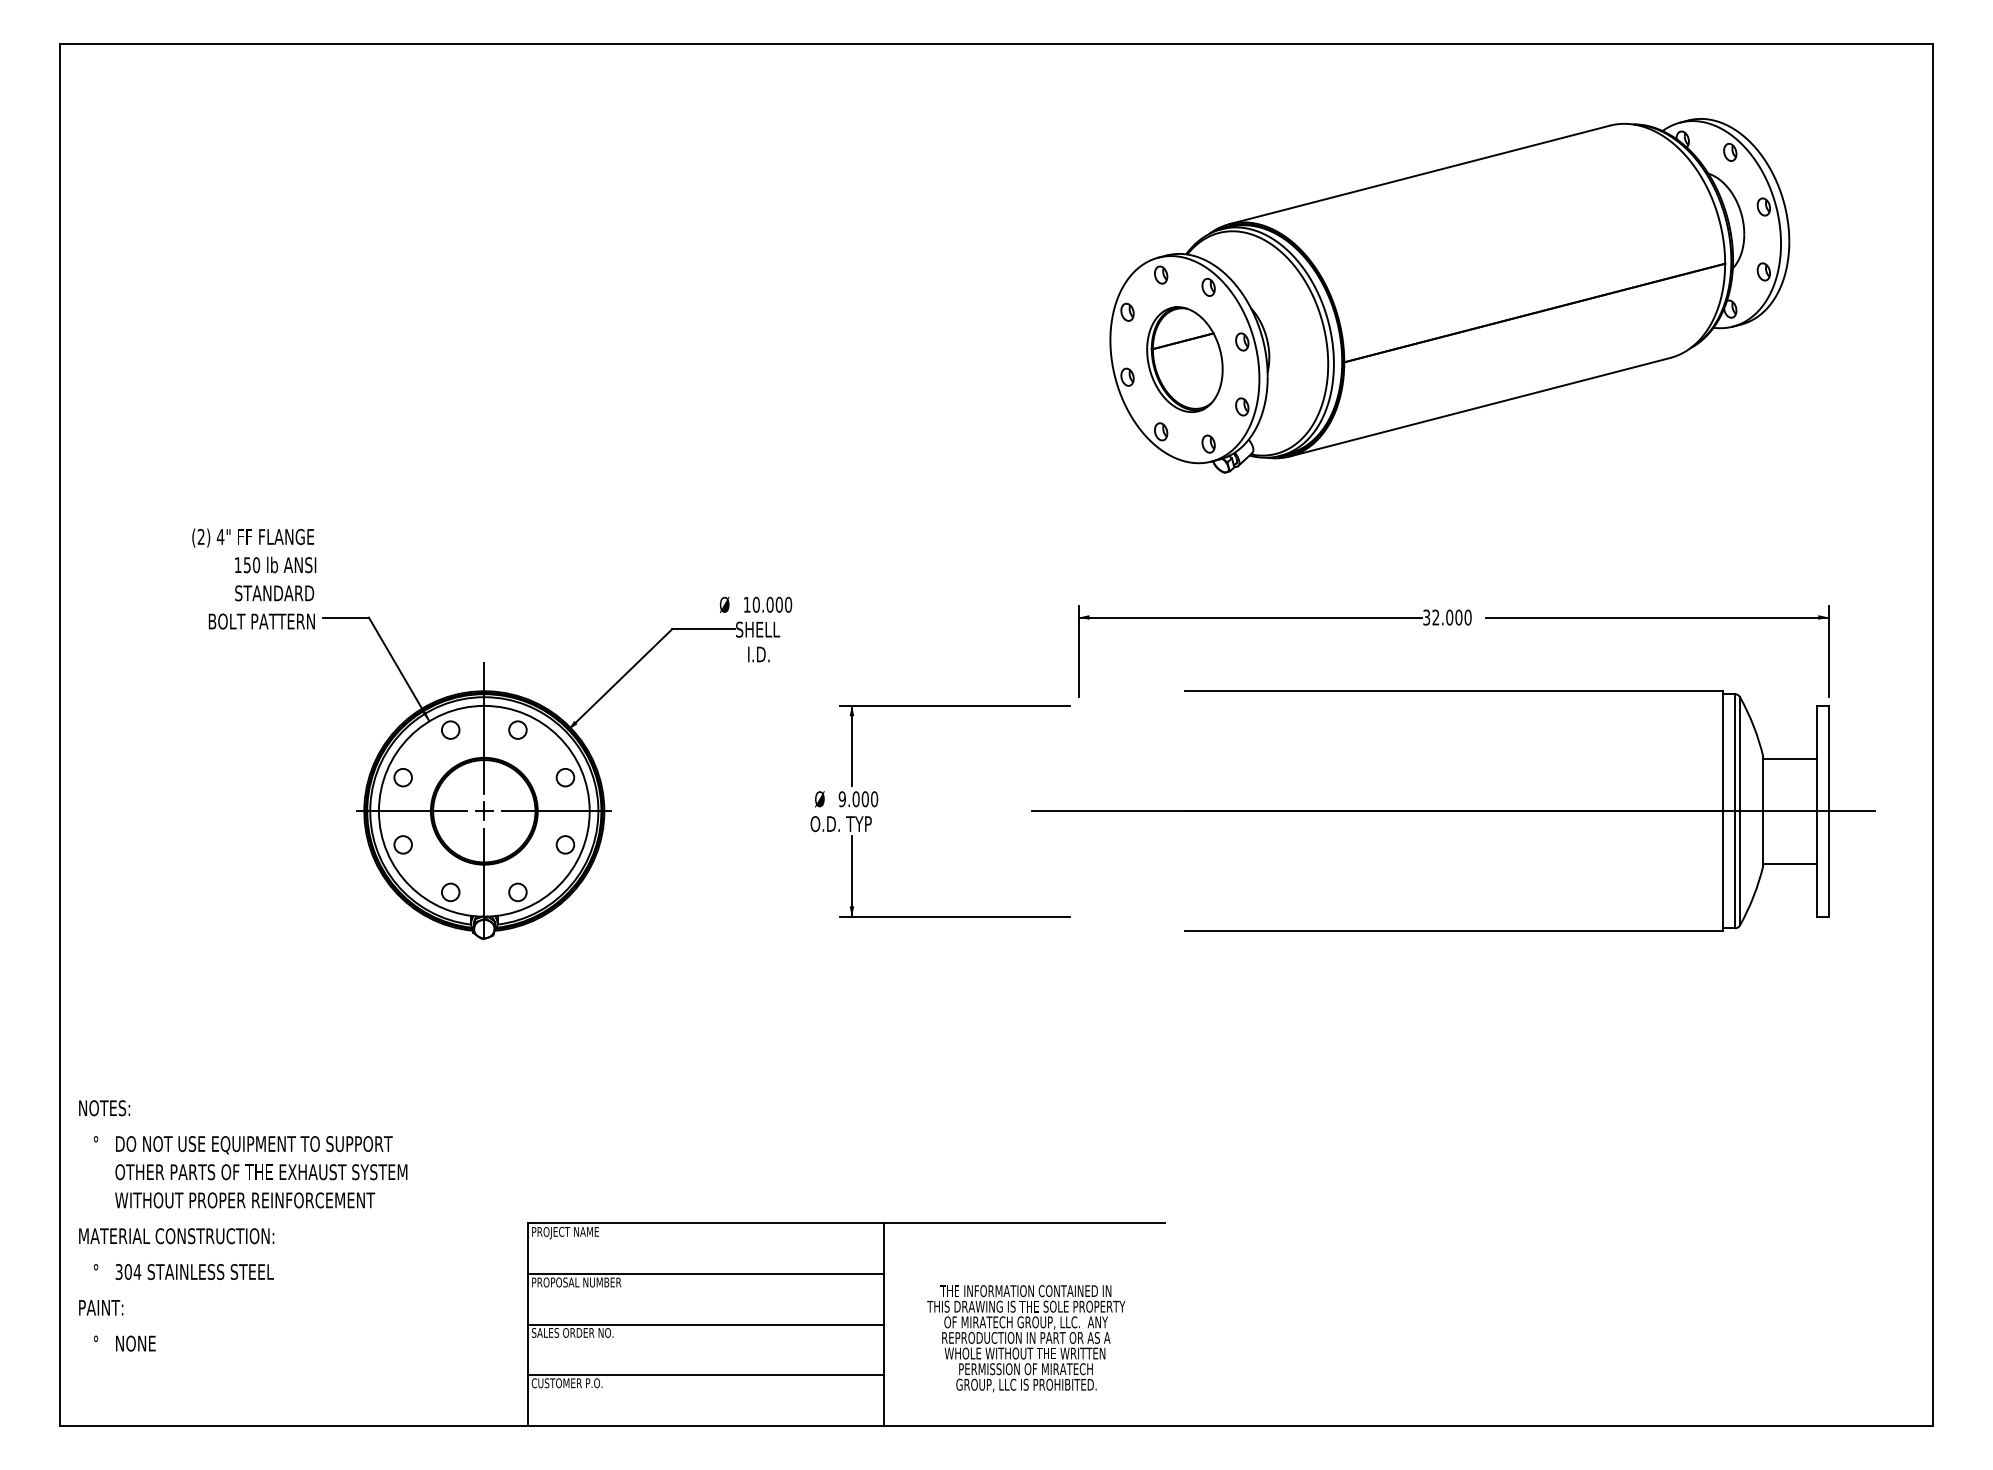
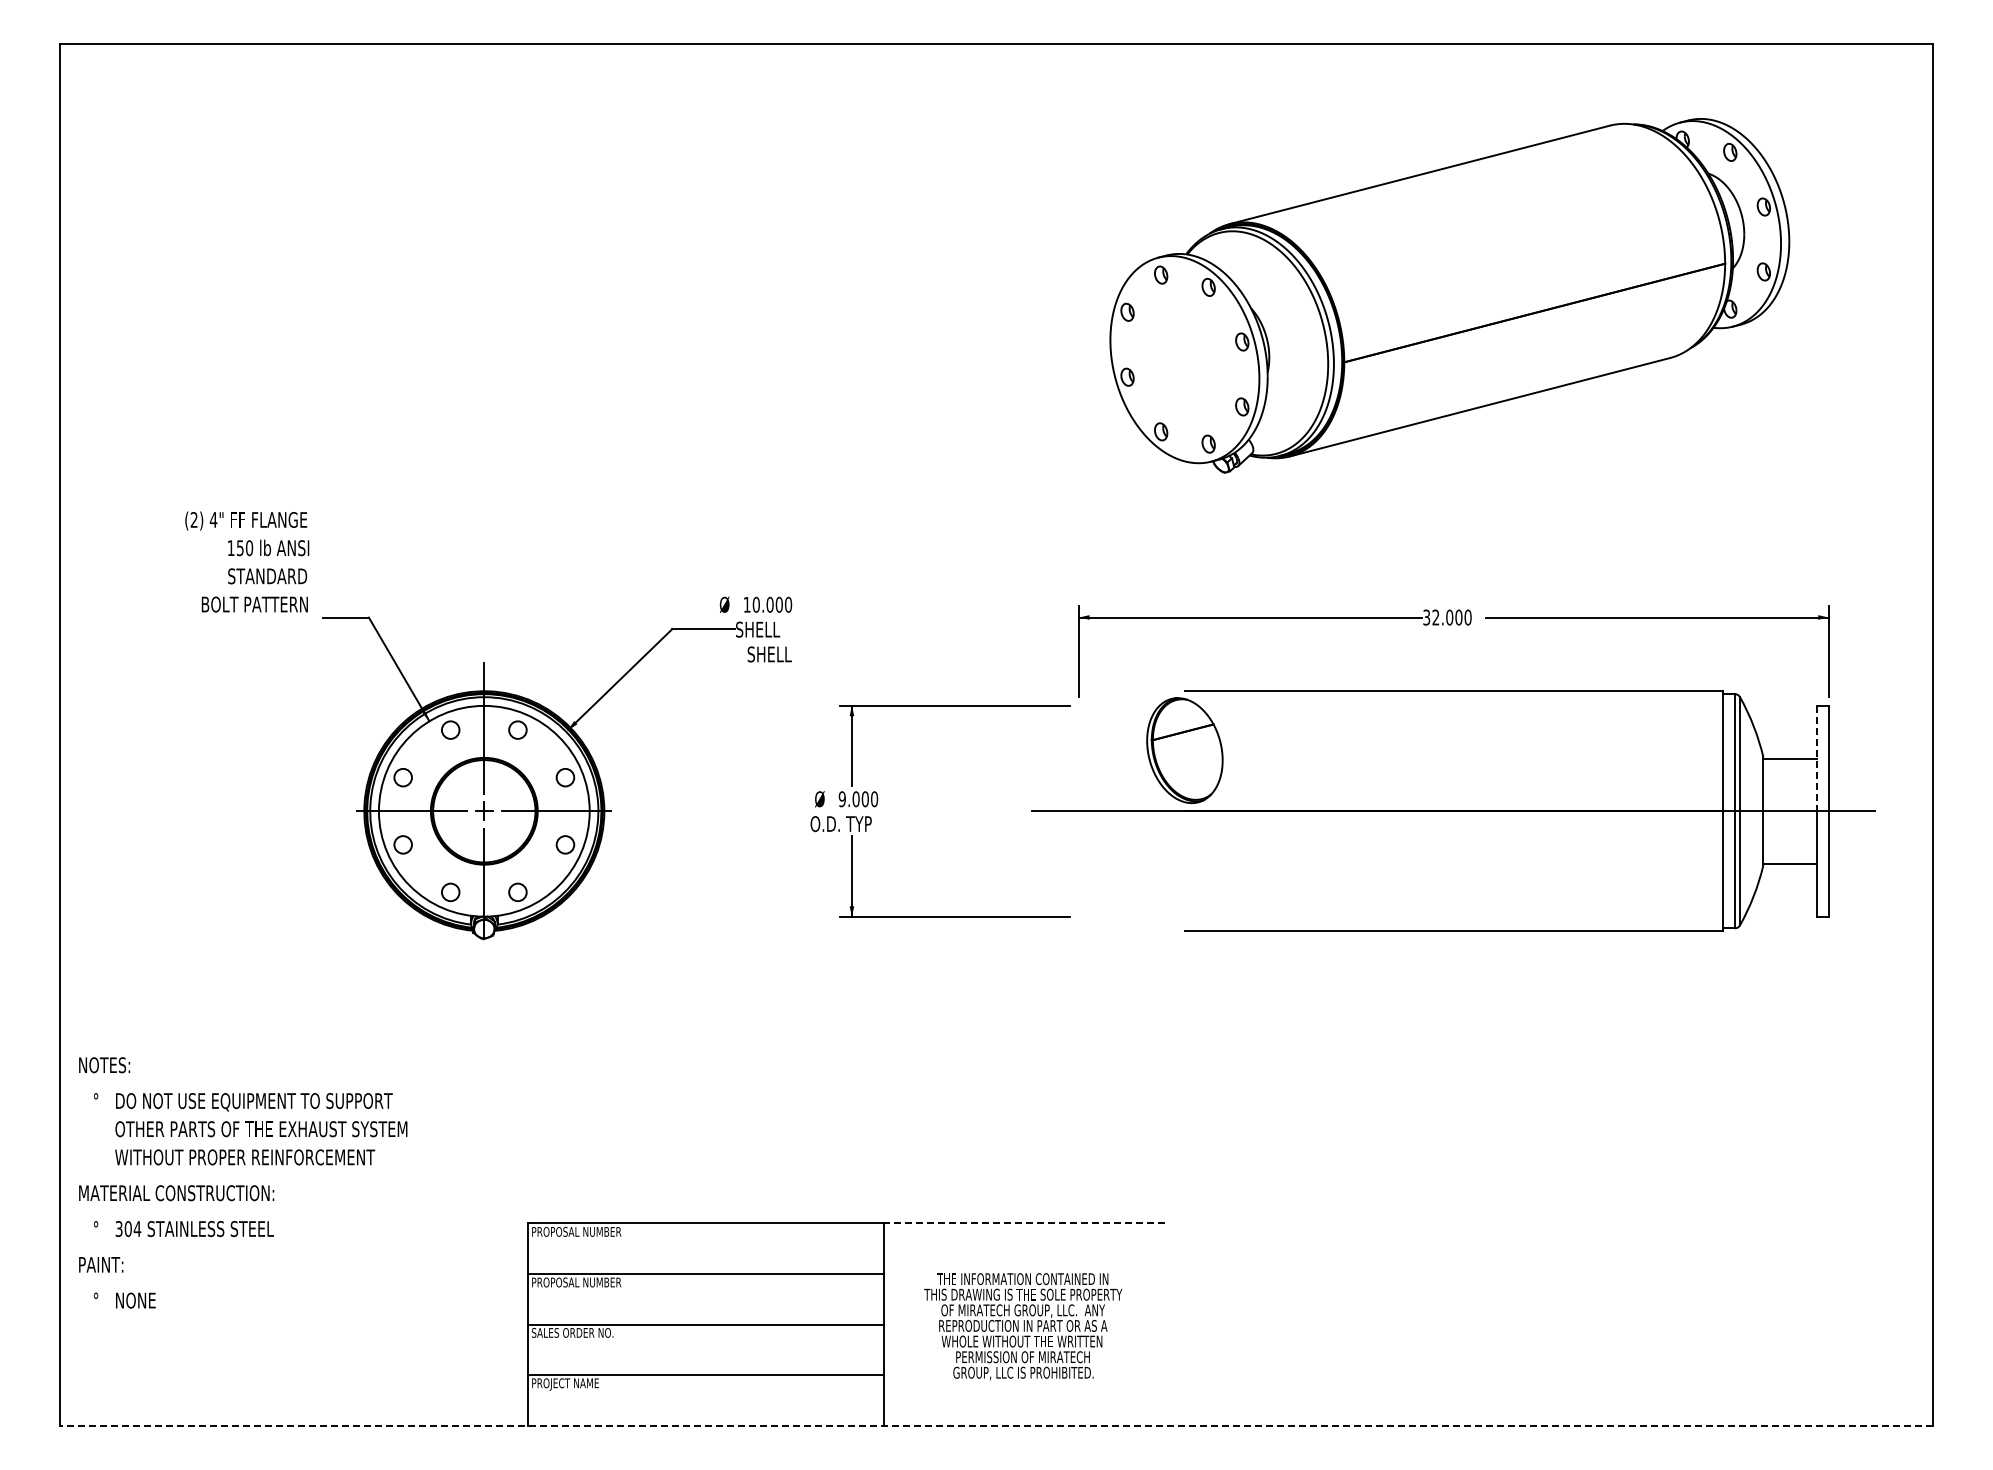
part at (1184, 359) position: (1184, 359) -> (1184, 750)
text at (254, 578) position: (254, 578) -> (247, 561)
text at (769, 654): I.D. -> SHELL
line at (1816, 758): solid -> dashed
line at (1024, 1223): solid -> dashed
text at (243, 1225) position: (243, 1225) -> (243, 1182)
text at (585, 1232): PROJECT NAME -> PROPOSAL NUMBER
text at (1026, 1338) position: (1026, 1338) -> (1023, 1326)
text at (566, 1384): CUSTOMER P.O. -> PROJECT NAME
line at (996, 1425): solid -> dashed
